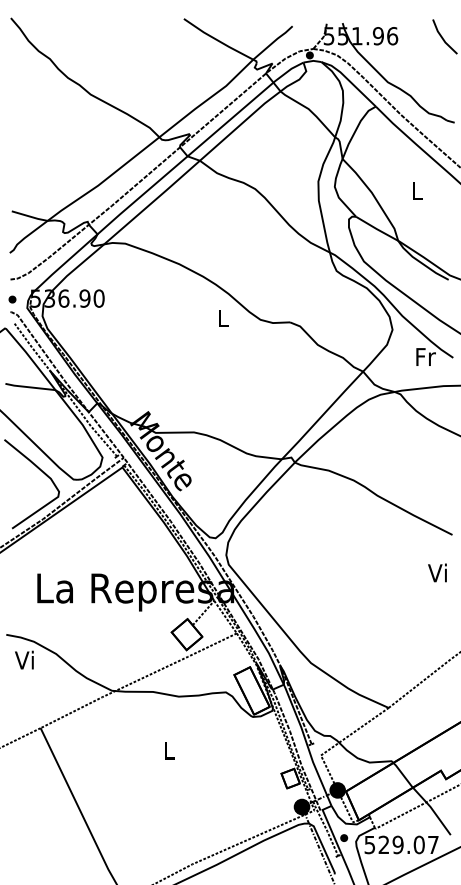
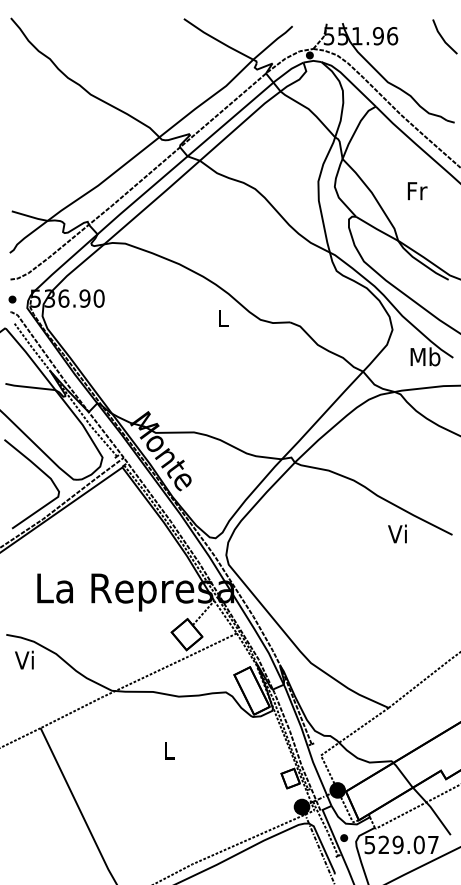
text at (417, 191): L -> Fr
text at (425, 356): Fr -> Mb
text at (437, 572) position: (437, 572) -> (397, 533)
